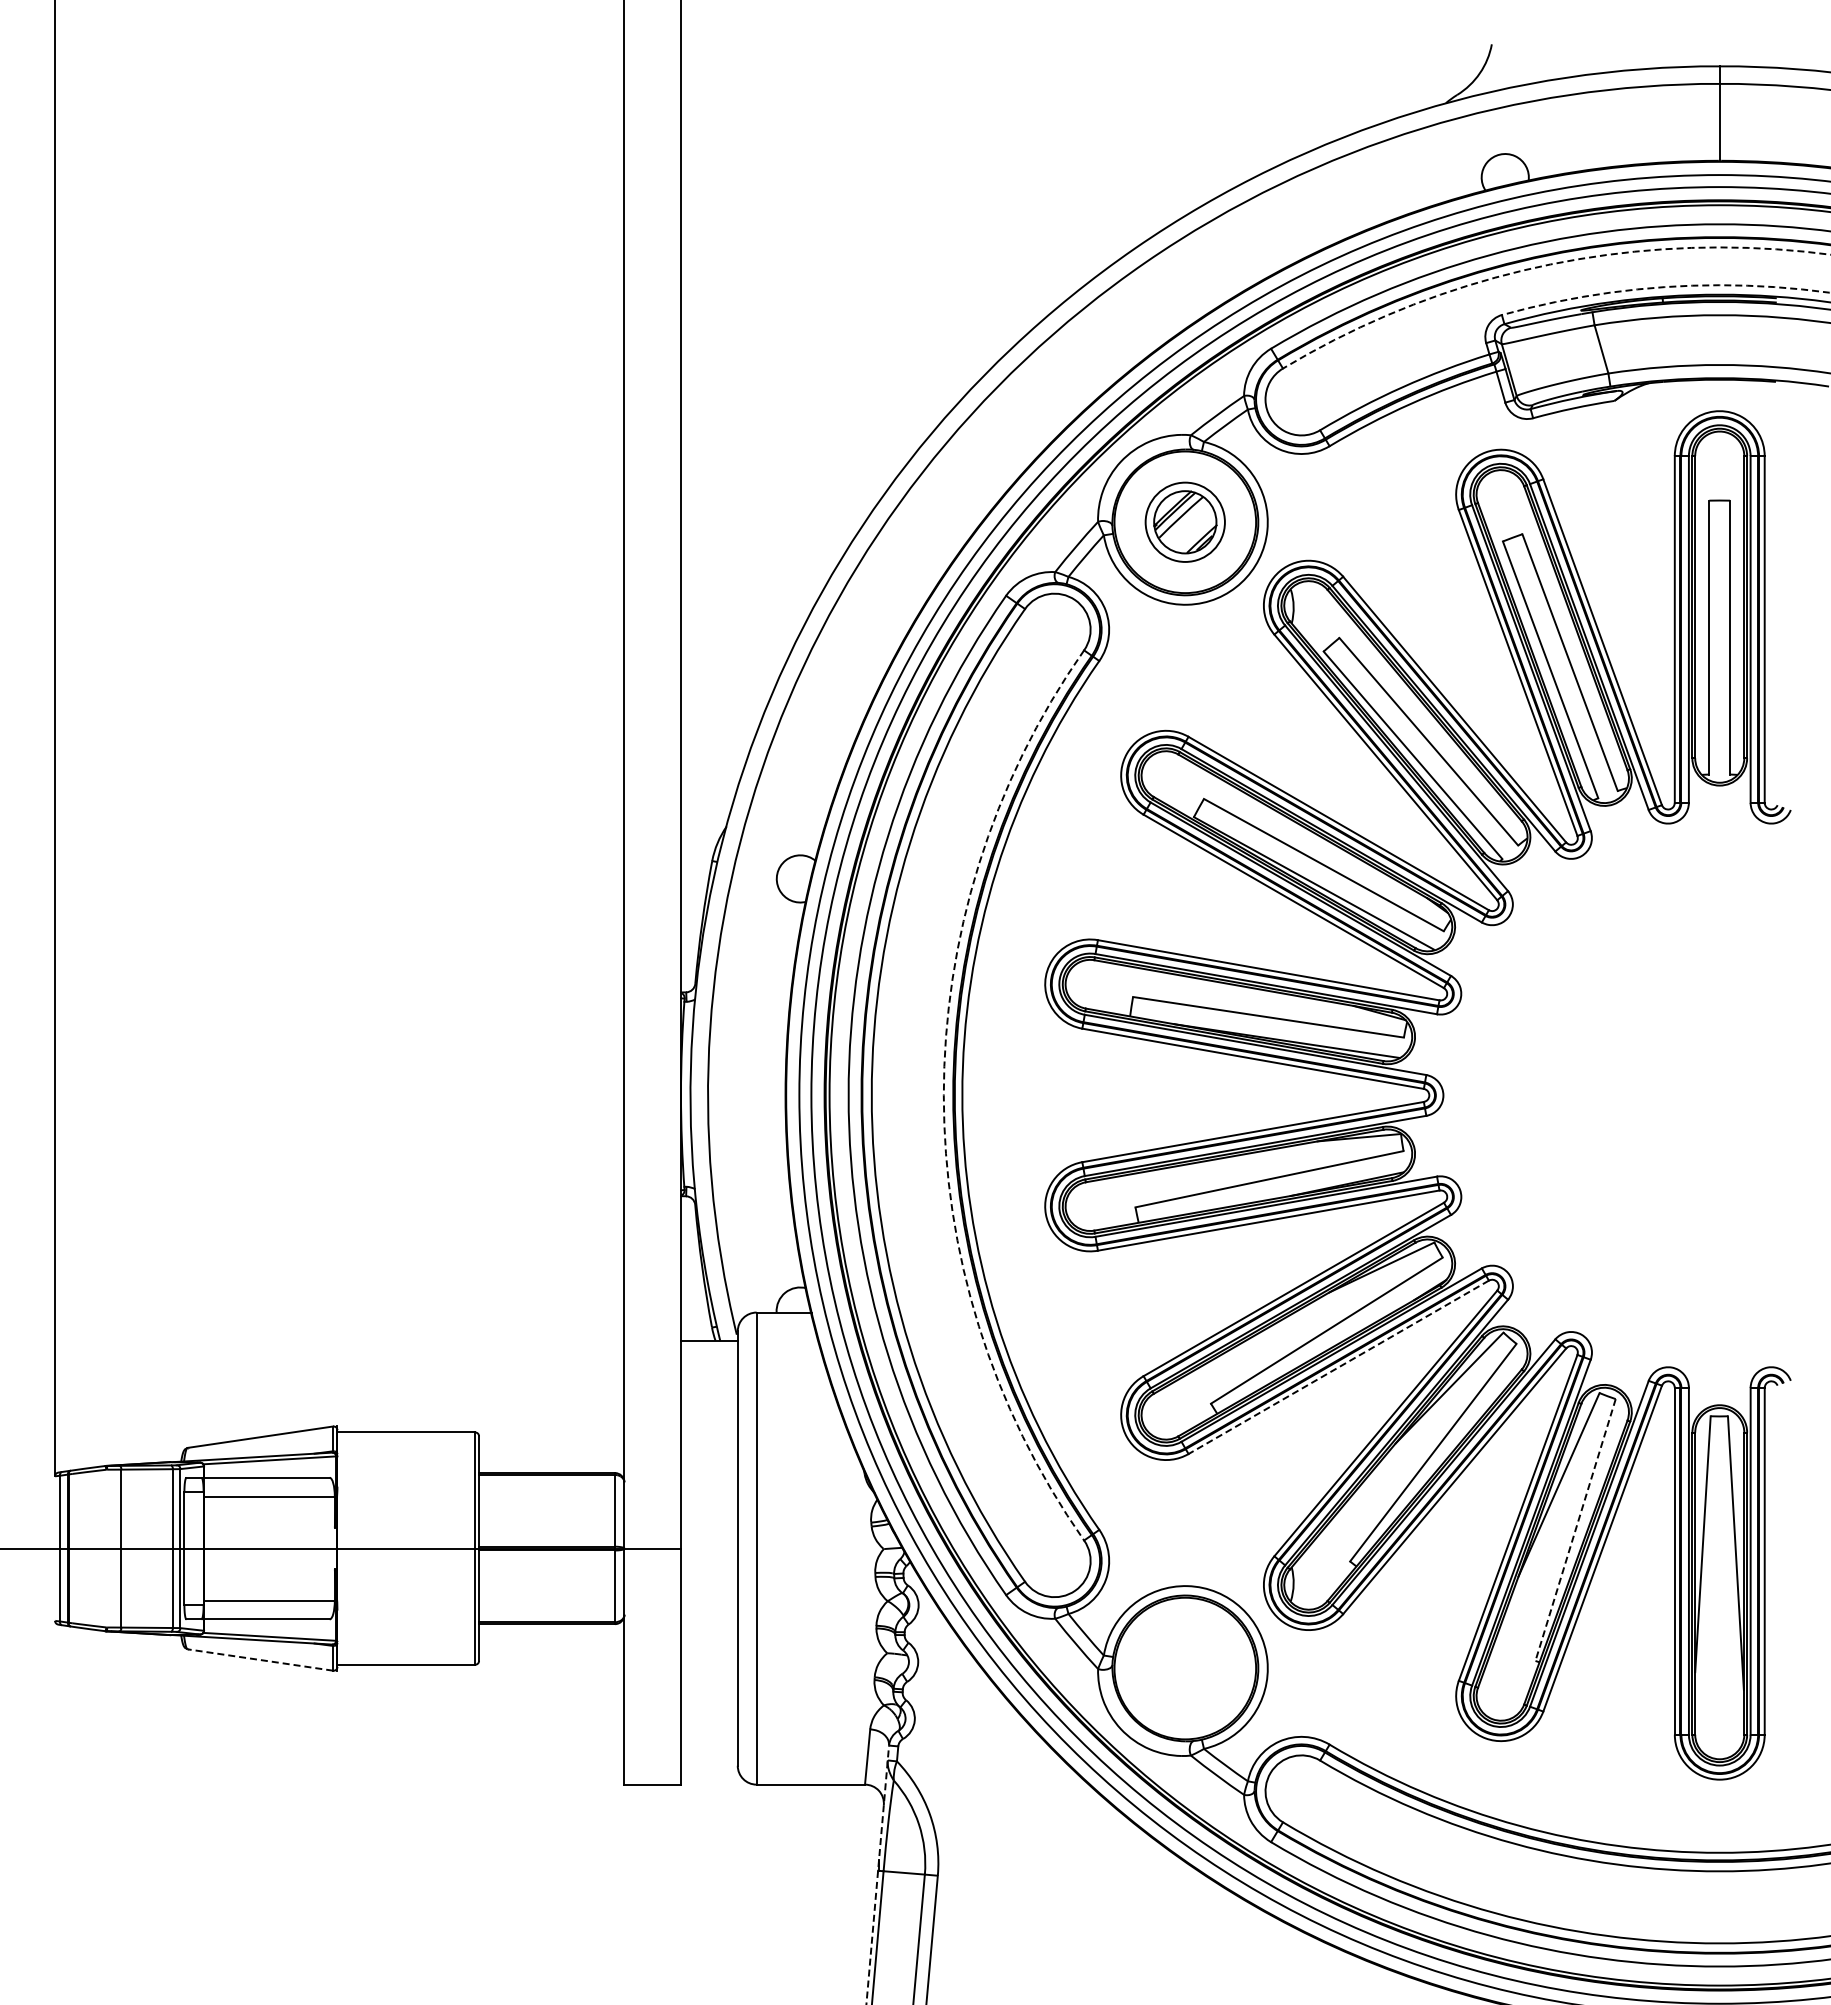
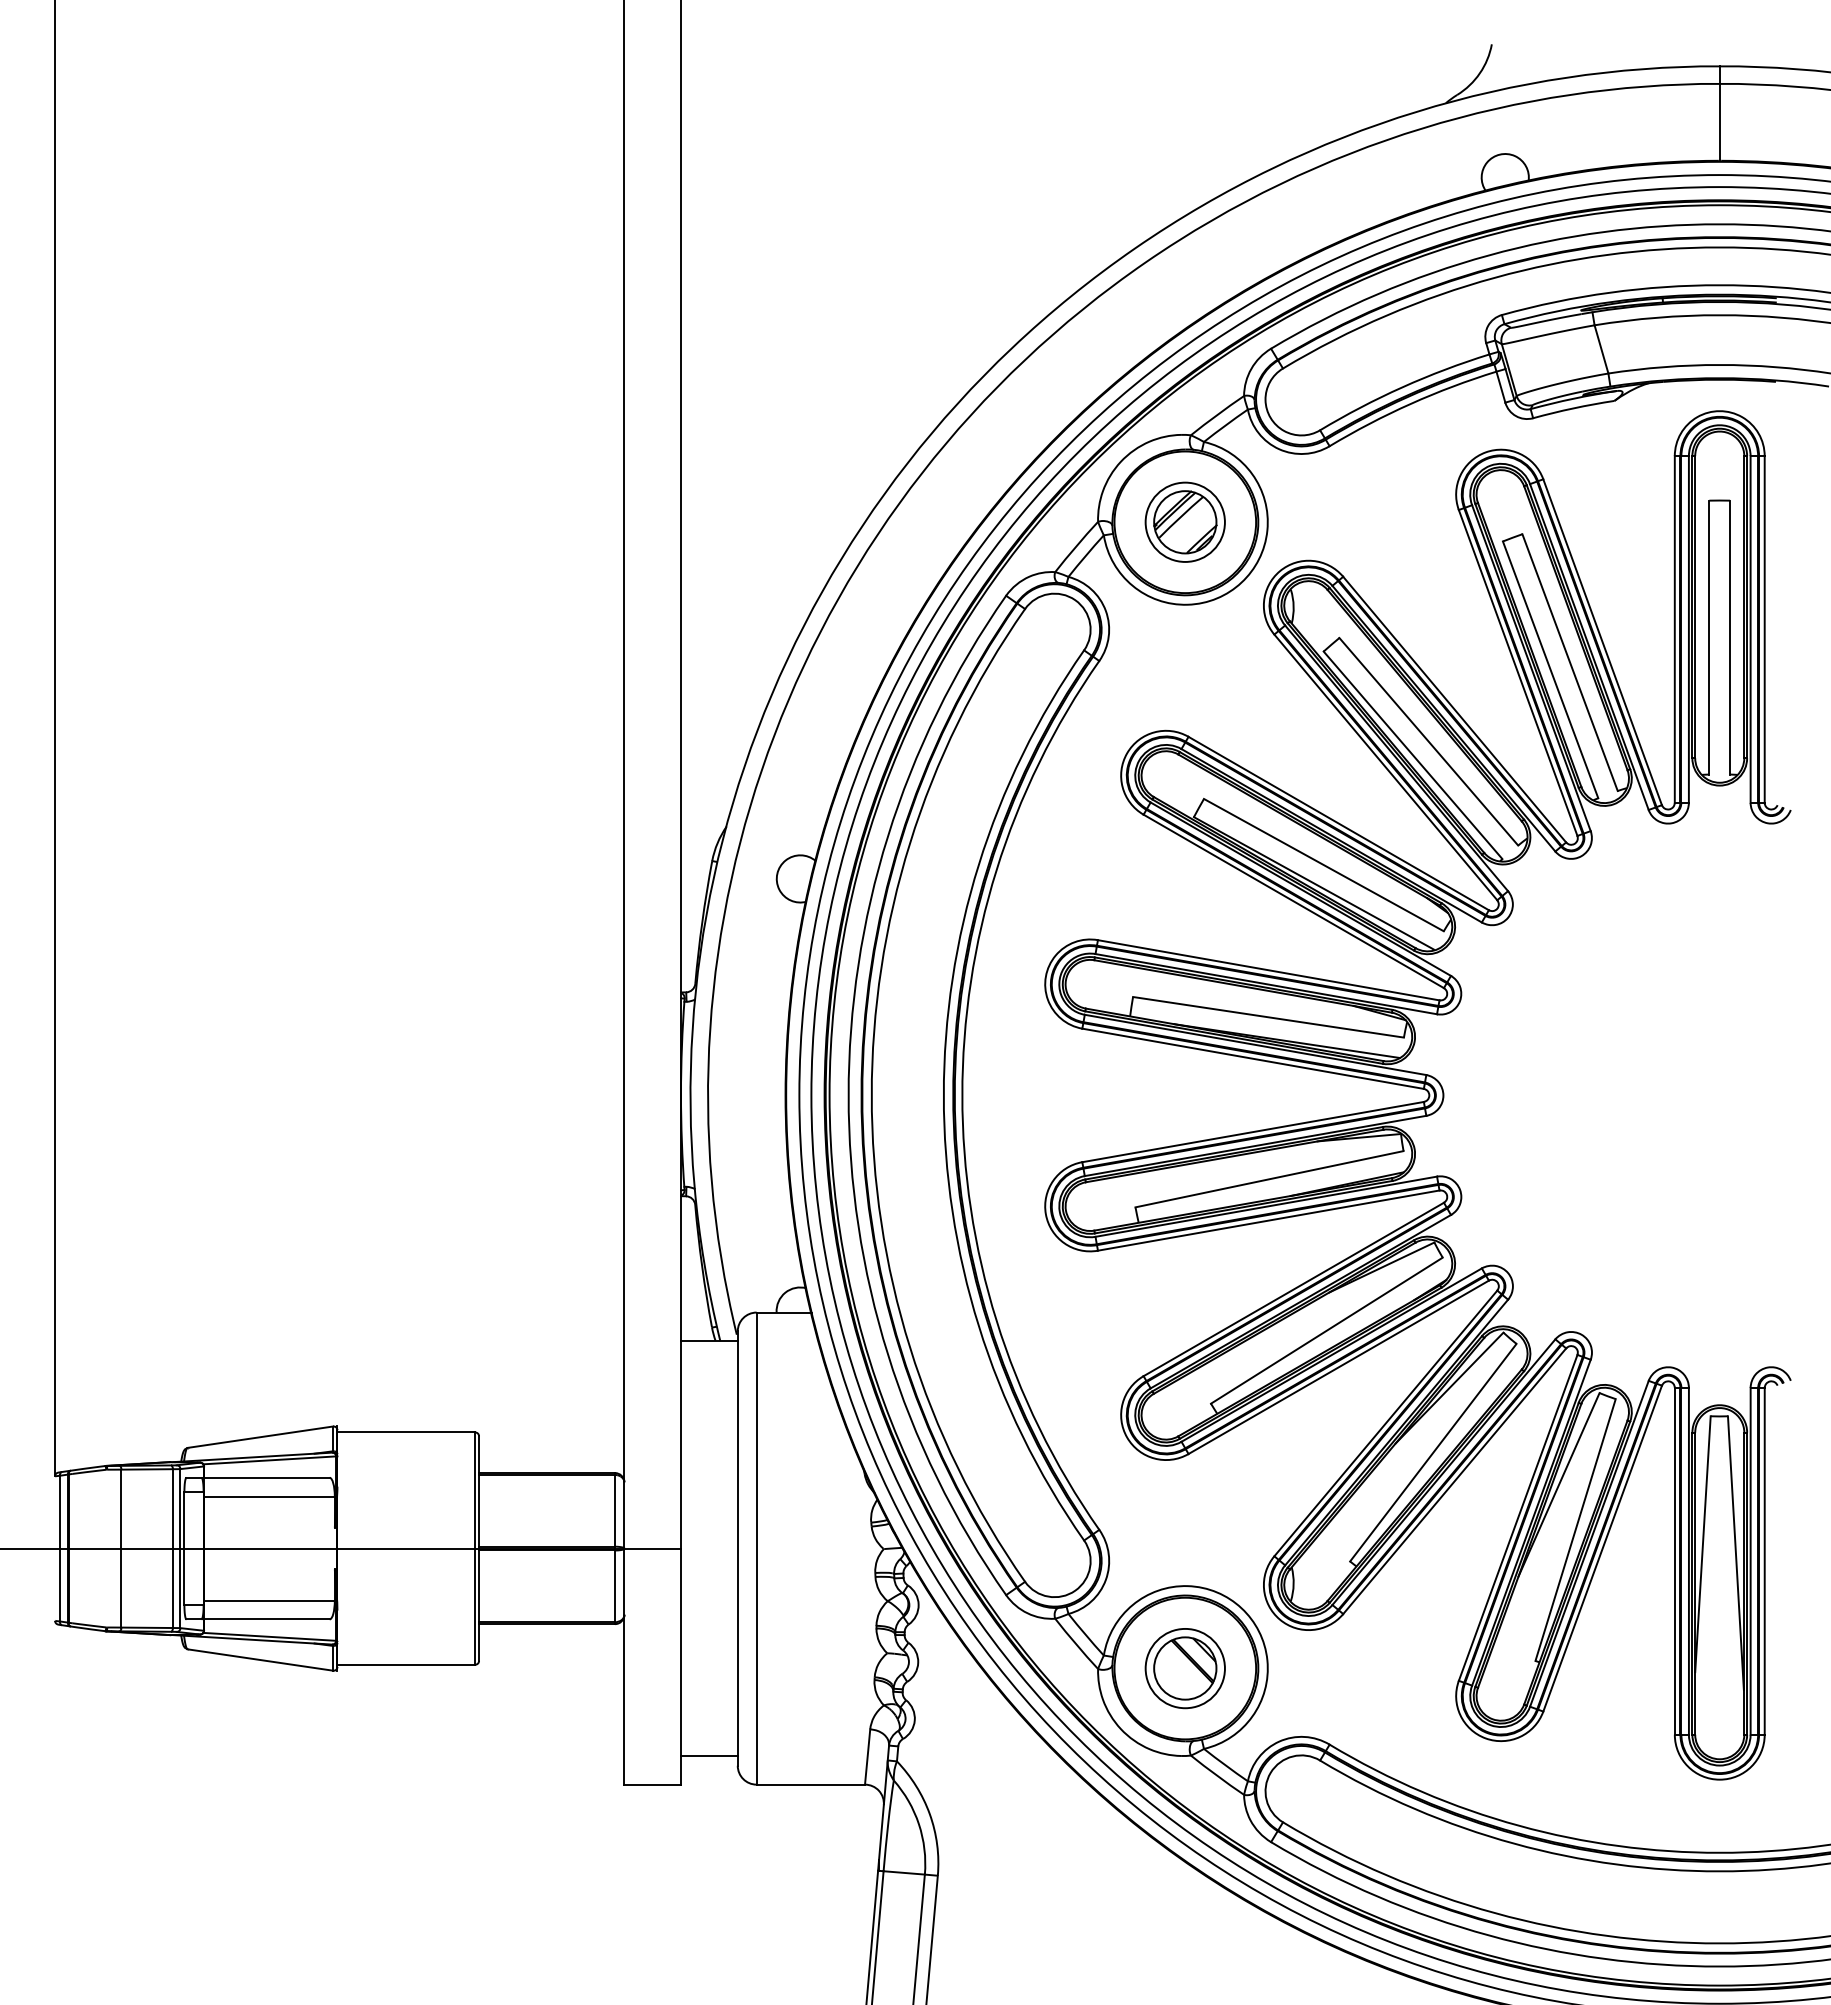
arc at (1548, 264): dashed -> solid
arc at (1664, 287): dashed -> solid
arc at (943, 1095): dashed -> solid
line at (1338, 1367): dashed -> solid
line at (1575, 1530): dashed -> solid
line at (260, 1660): dashed -> solid
part at (1184, 1668): none -> present
line at (709, 1756): none -> present
line at (877, 1875): dashed -> solid
